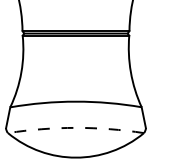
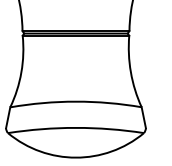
arc at (76, 127): dashed -> solid
